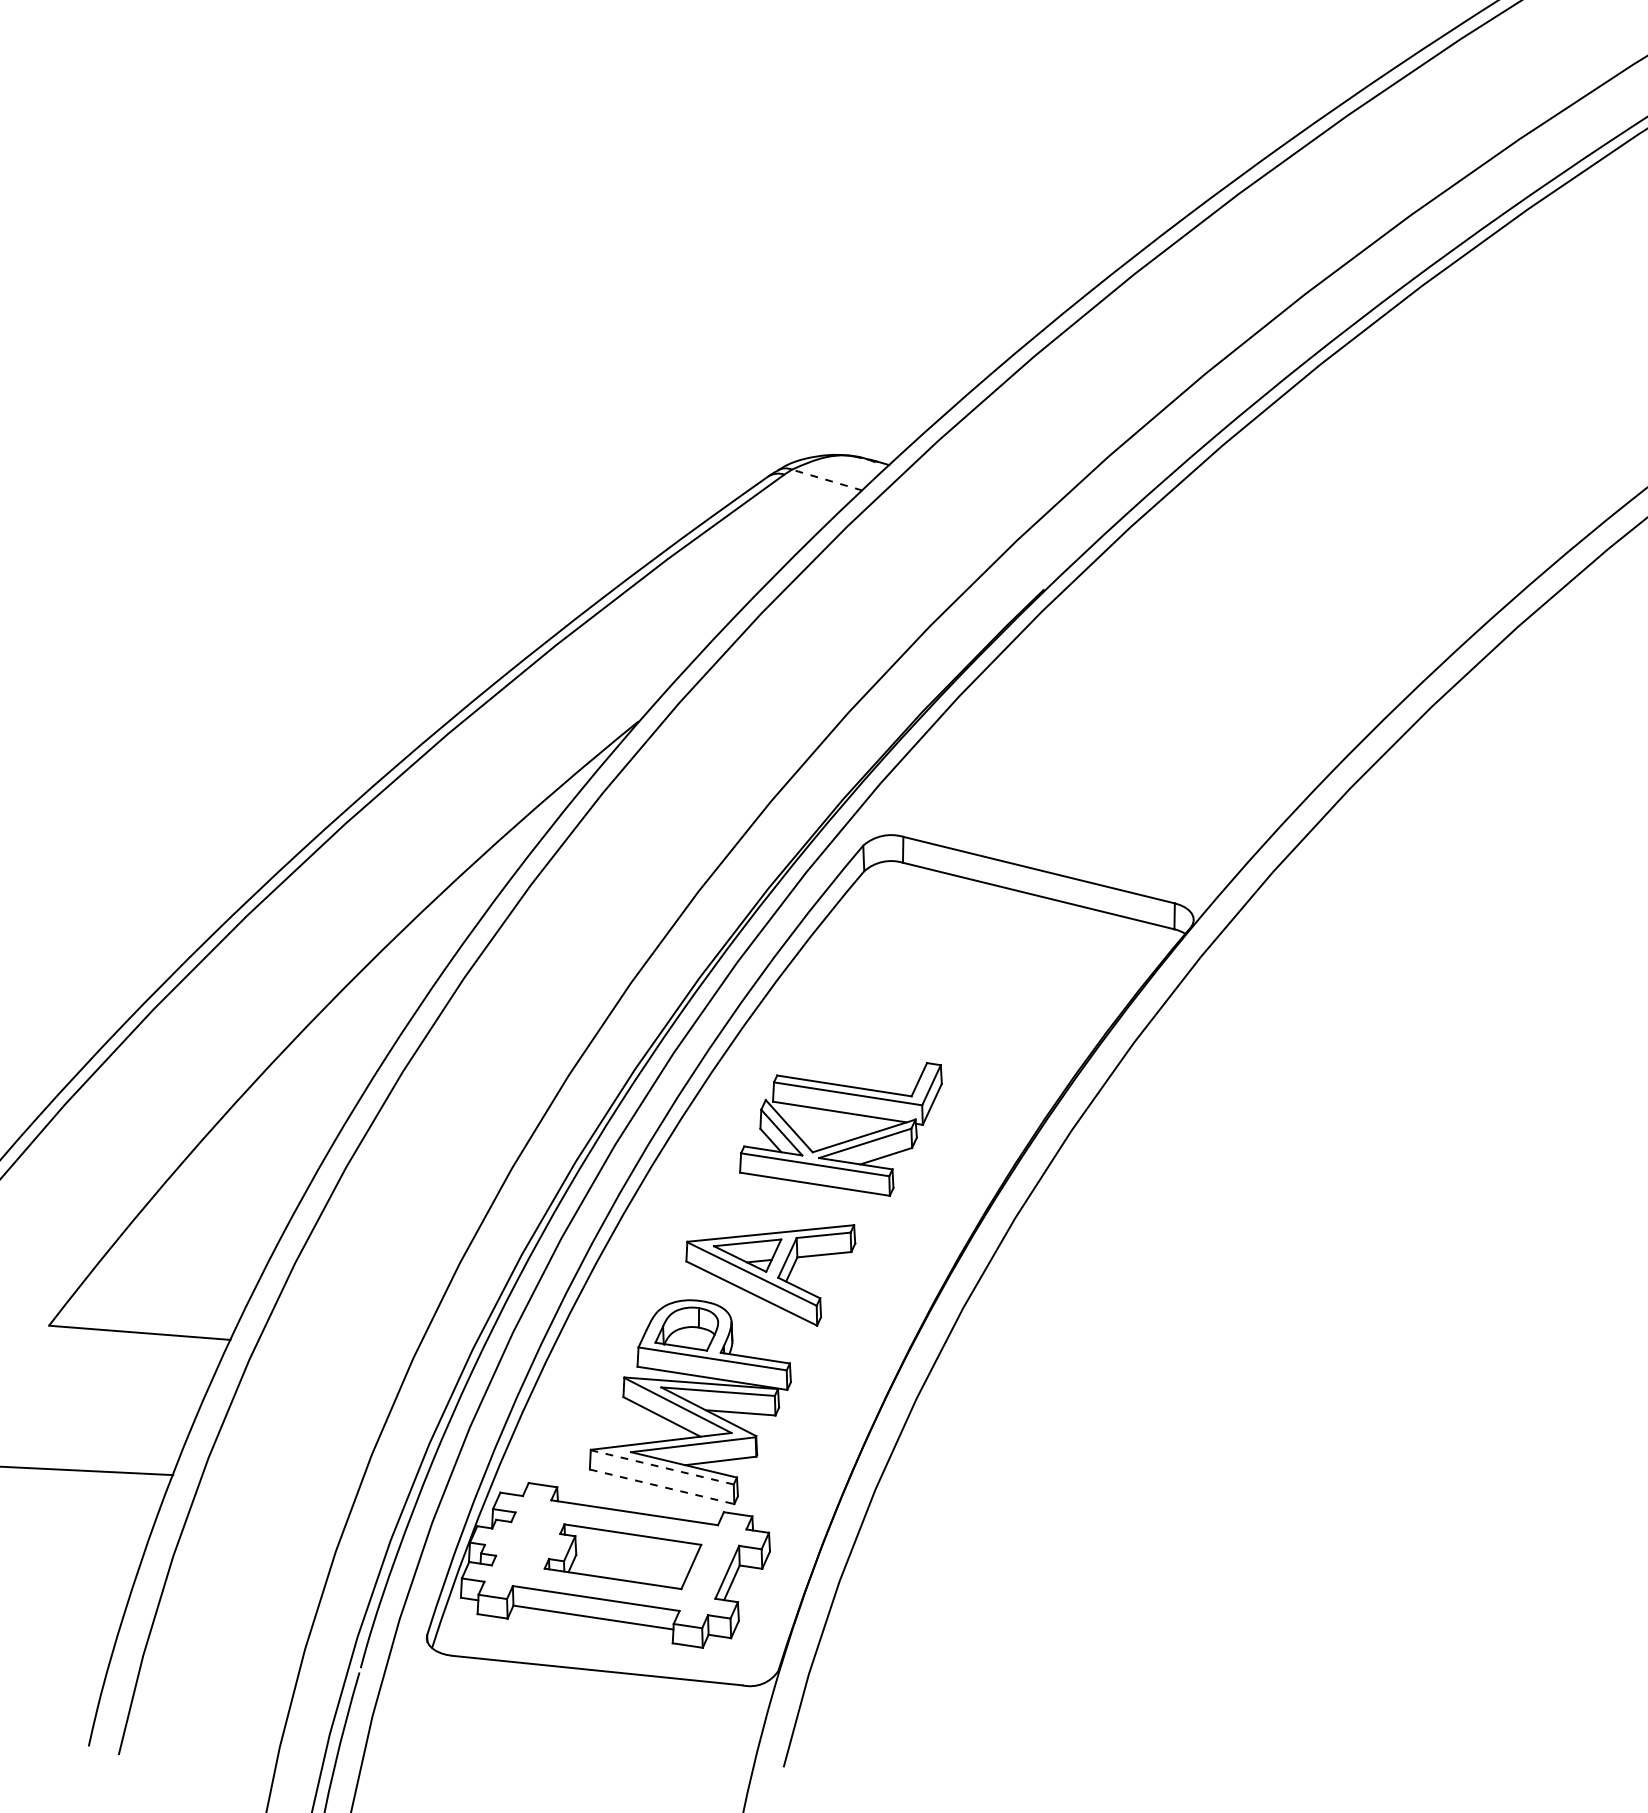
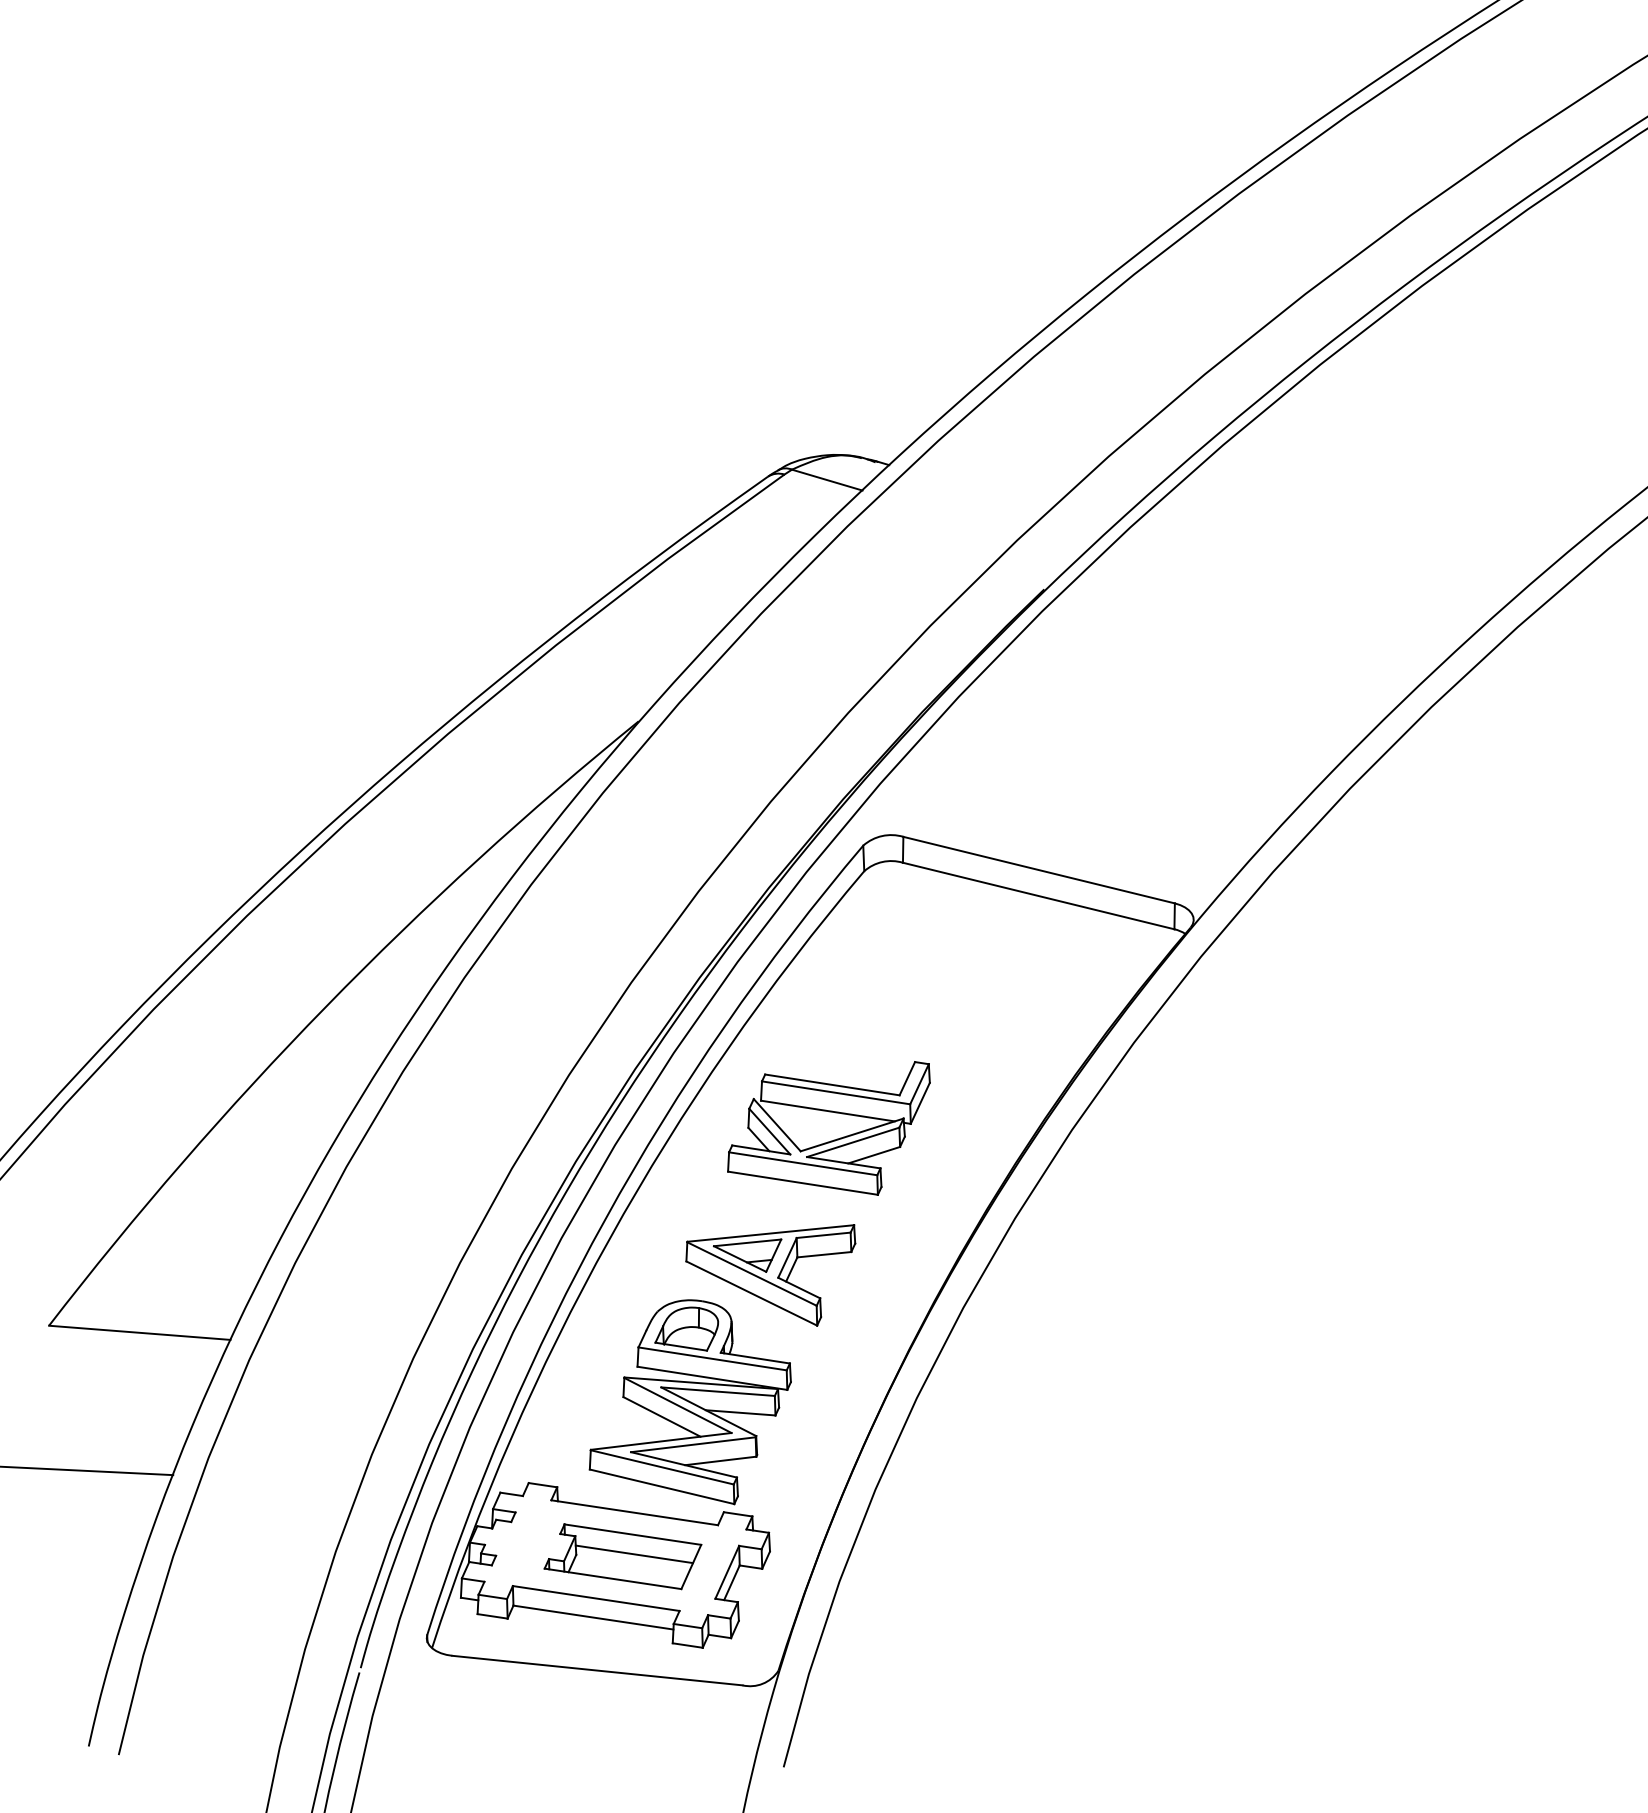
line at (827, 480): dashed -> solid
part at (842, 1141) position: (842, 1141) -> (830, 1140)
line at (662, 1467): dashed -> solid
line at (662, 1486): dashed -> solid
line at (634, 1554): none -> present
